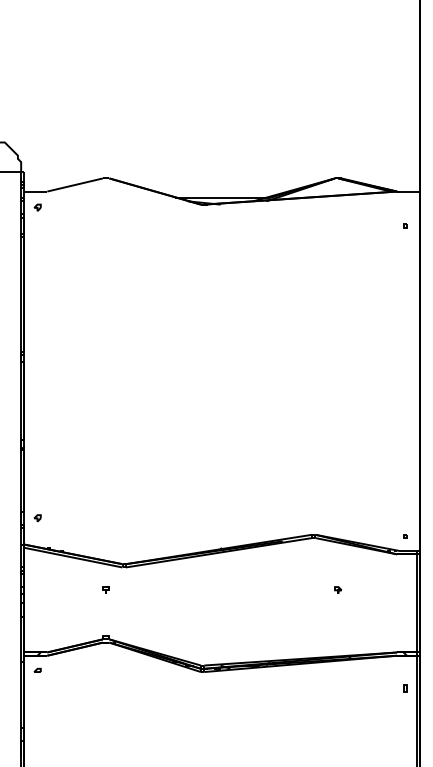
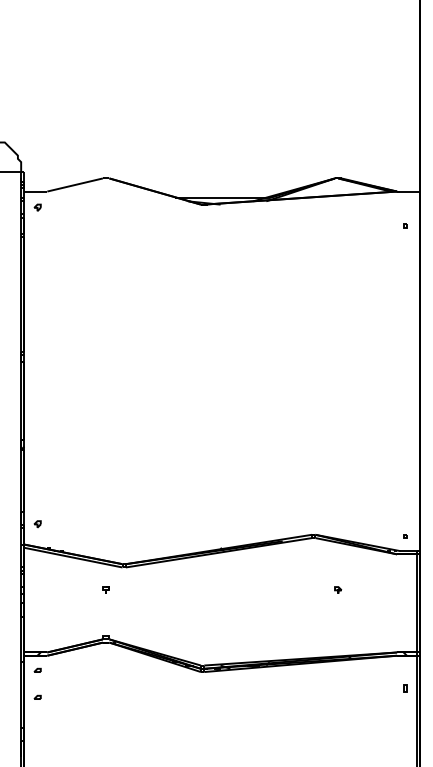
part at (37, 518) position: (37, 518) -> (37, 524)
part at (37, 696): none -> present
